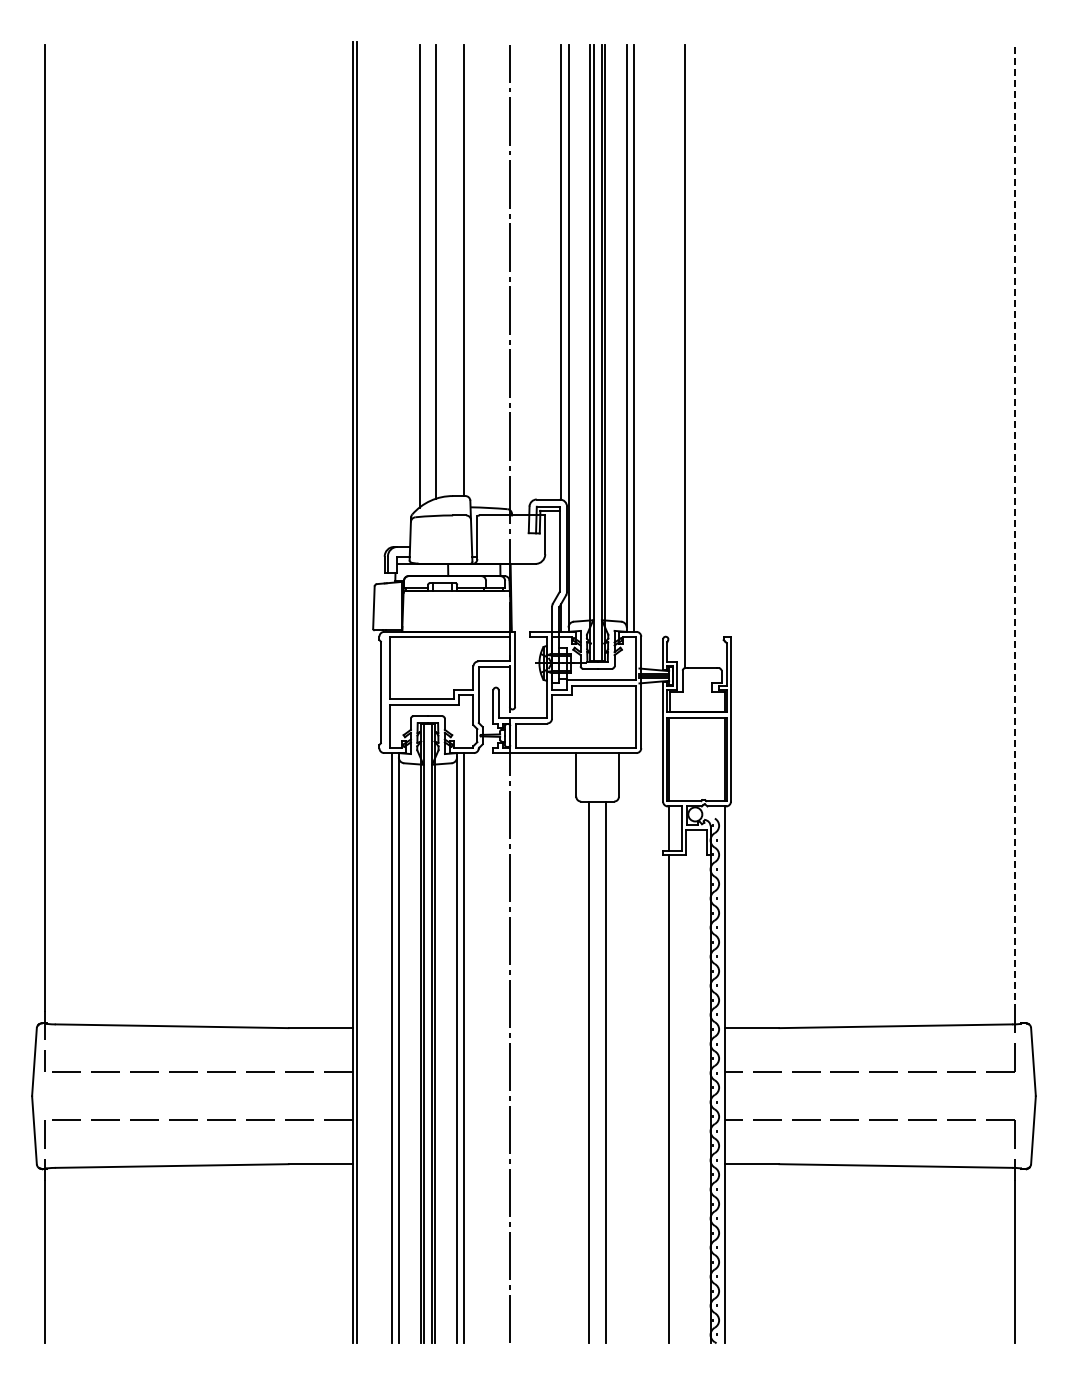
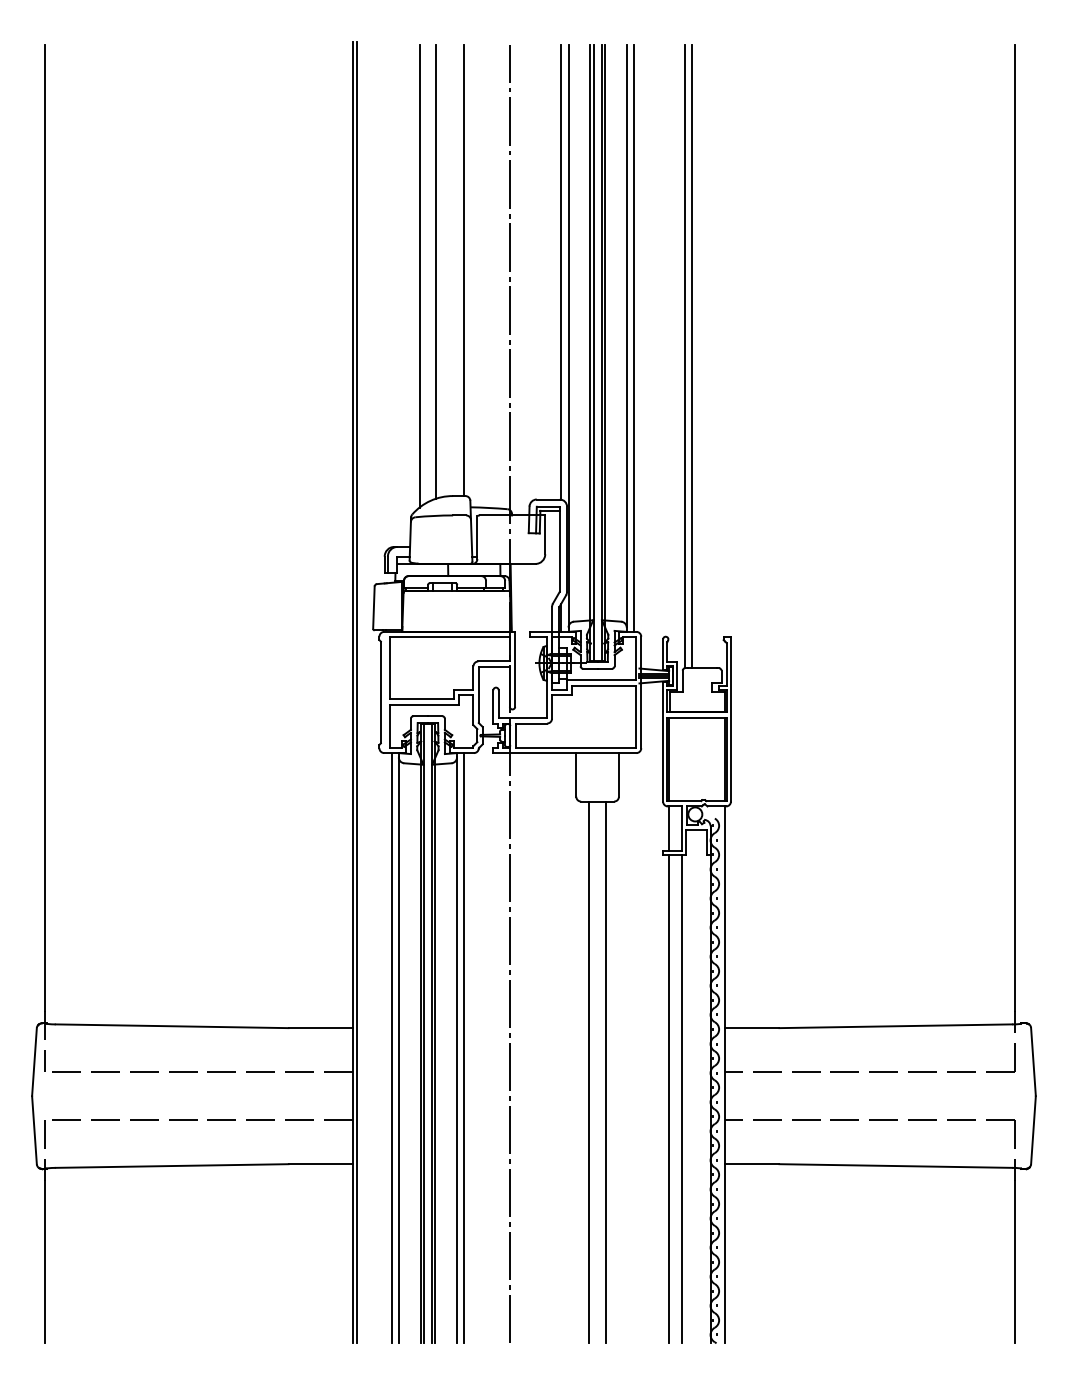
line at (692, 356): none -> present
line at (1014, 527): dashed -> solid
line at (681, 1098): none -> present
